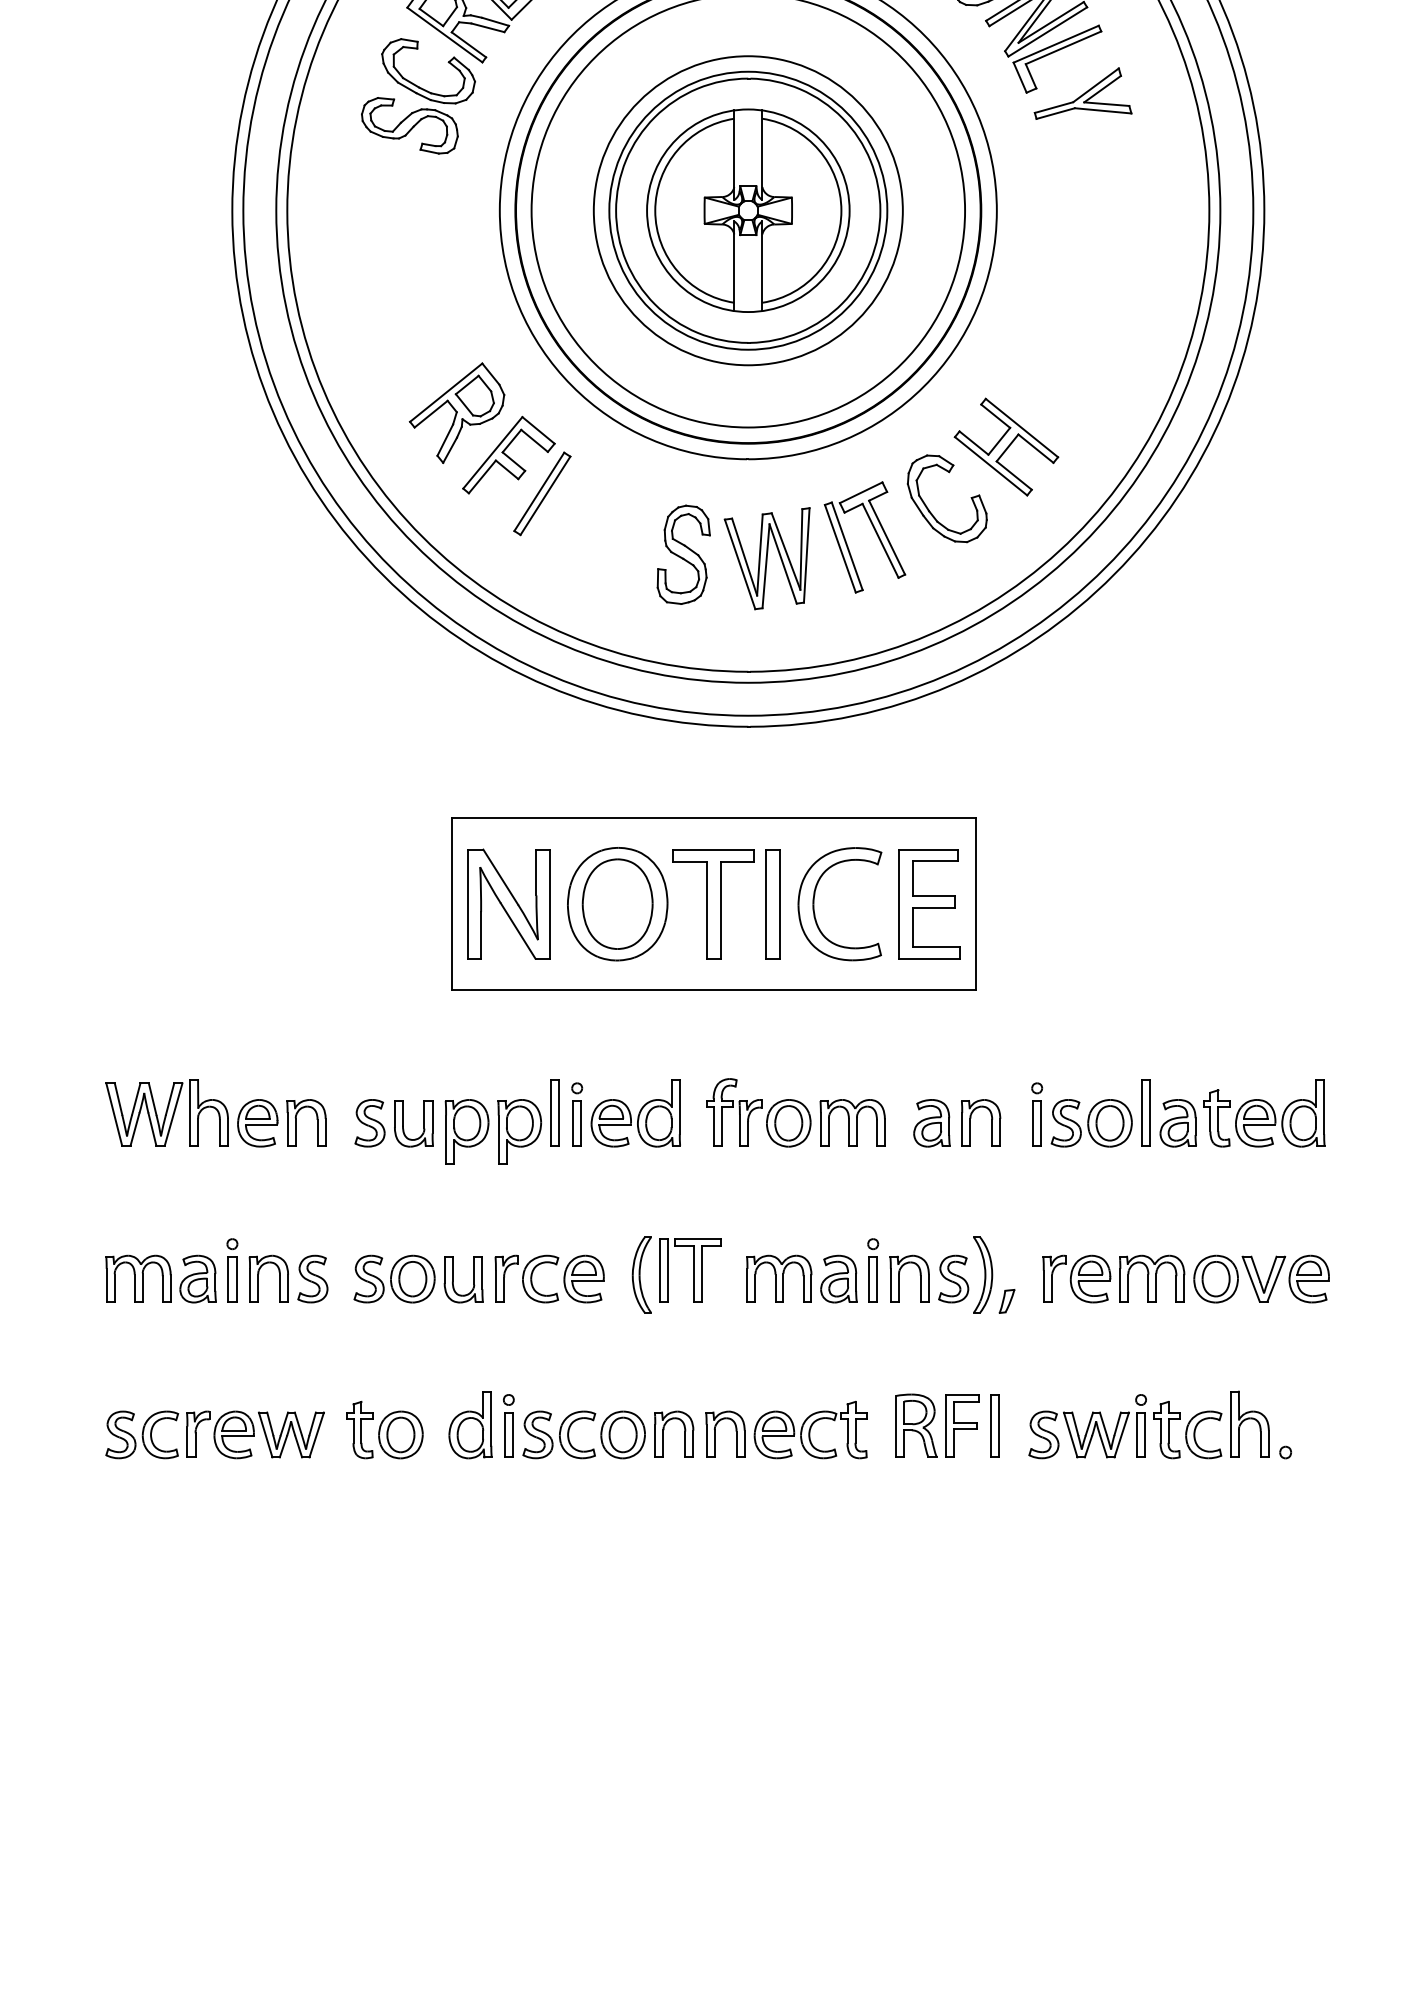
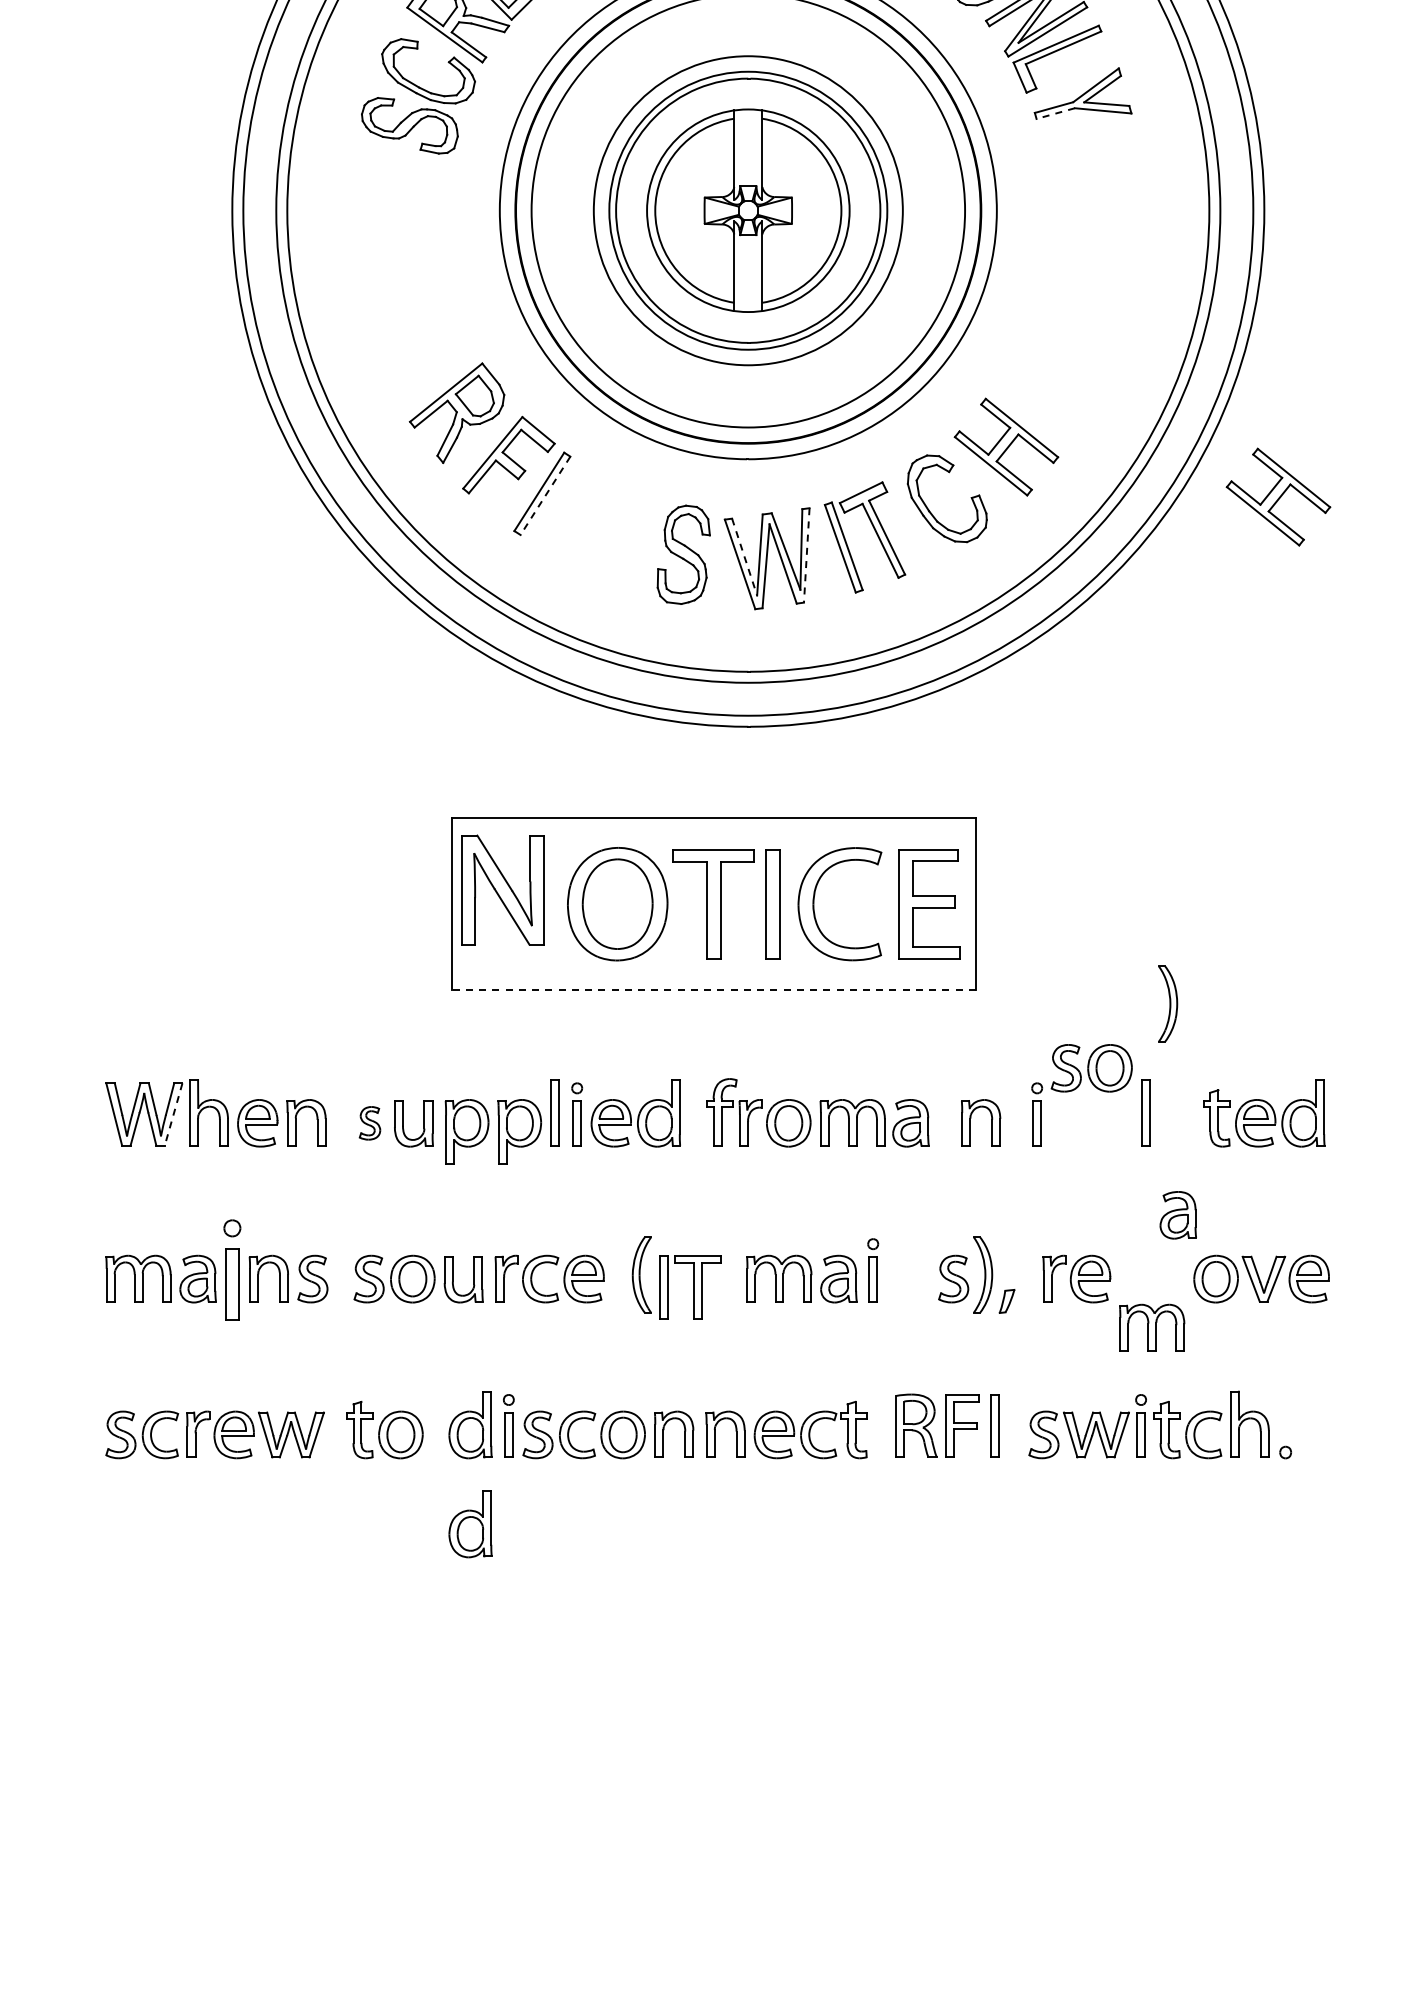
line at (1055, 113): solid -> dashed
line at (545, 496): solid -> dashed
part at (1278, 496): none -> present
line at (806, 555): solid -> dashed
line at (744, 557): solid -> dashed
part at (508, 903) position: (508, 903) -> (502, 889)
line at (714, 989): solid -> dashed
part at (1168, 1003): none -> present
line at (173, 1115): solid -> dashed
part at (369, 1123) size: 32x49 px -> 24x35 px
part at (931, 1123) position: (931, 1123) -> (910, 1123)
part at (1091, 1123) position: (1091, 1123) -> (1091, 1068)
part at (1177, 1123) position: (1177, 1123) -> (1177, 1215)
part at (232, 1270) size: 13x65 px -> 19x102 px
part at (690, 1270) position: (690, 1270) -> (690, 1287)
part at (899, 1278): present -> none
part at (1152, 1278) position: (1152, 1278) -> (1152, 1327)
part at (470, 1524): none -> present
